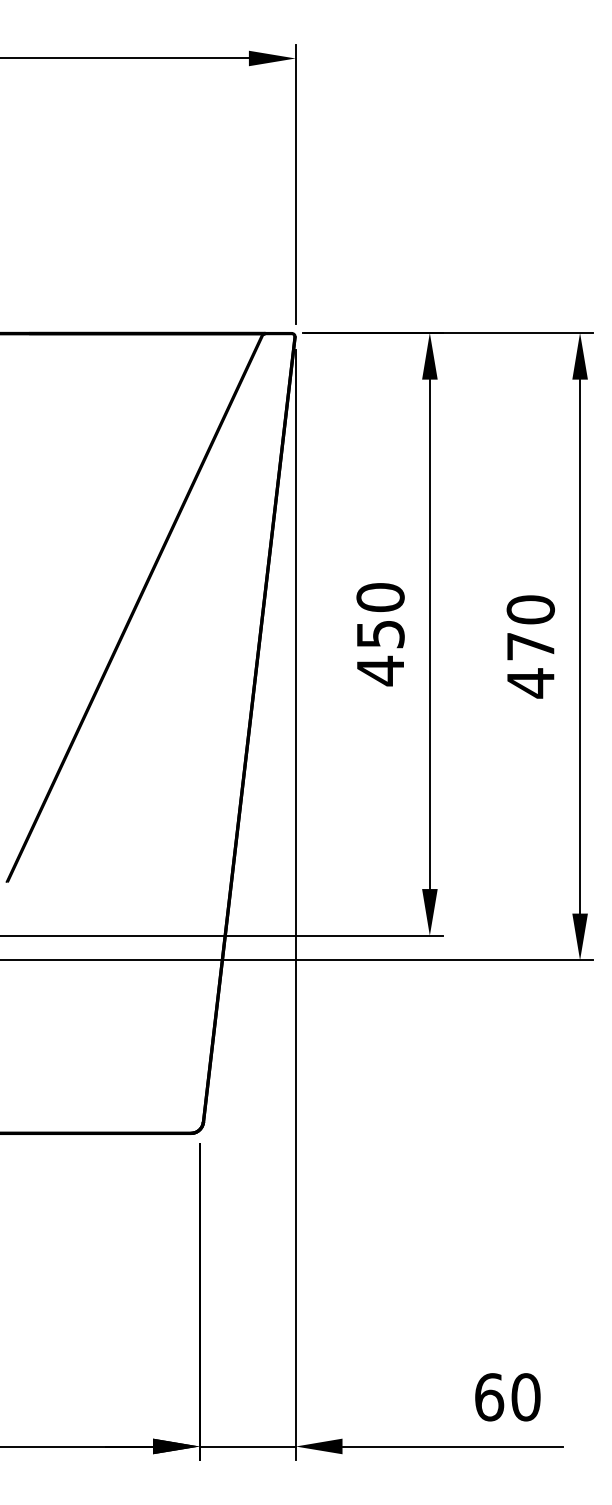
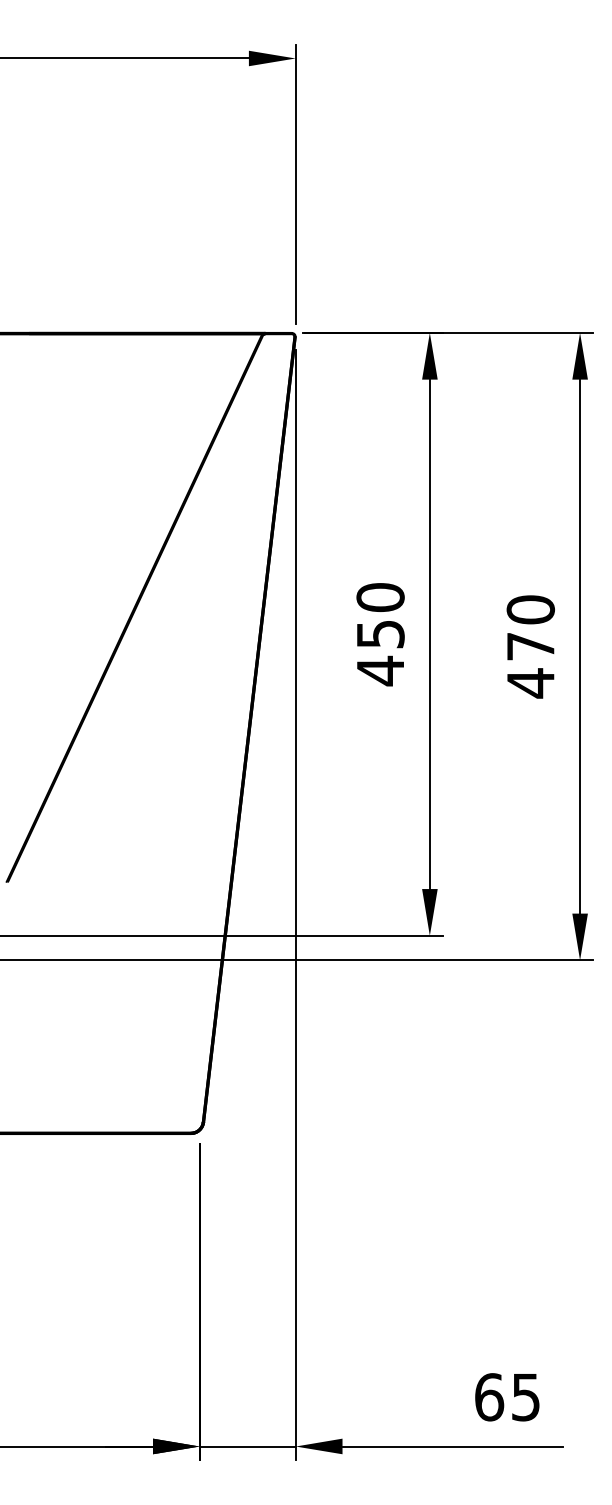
text at (525, 1397): 60 -> 65
